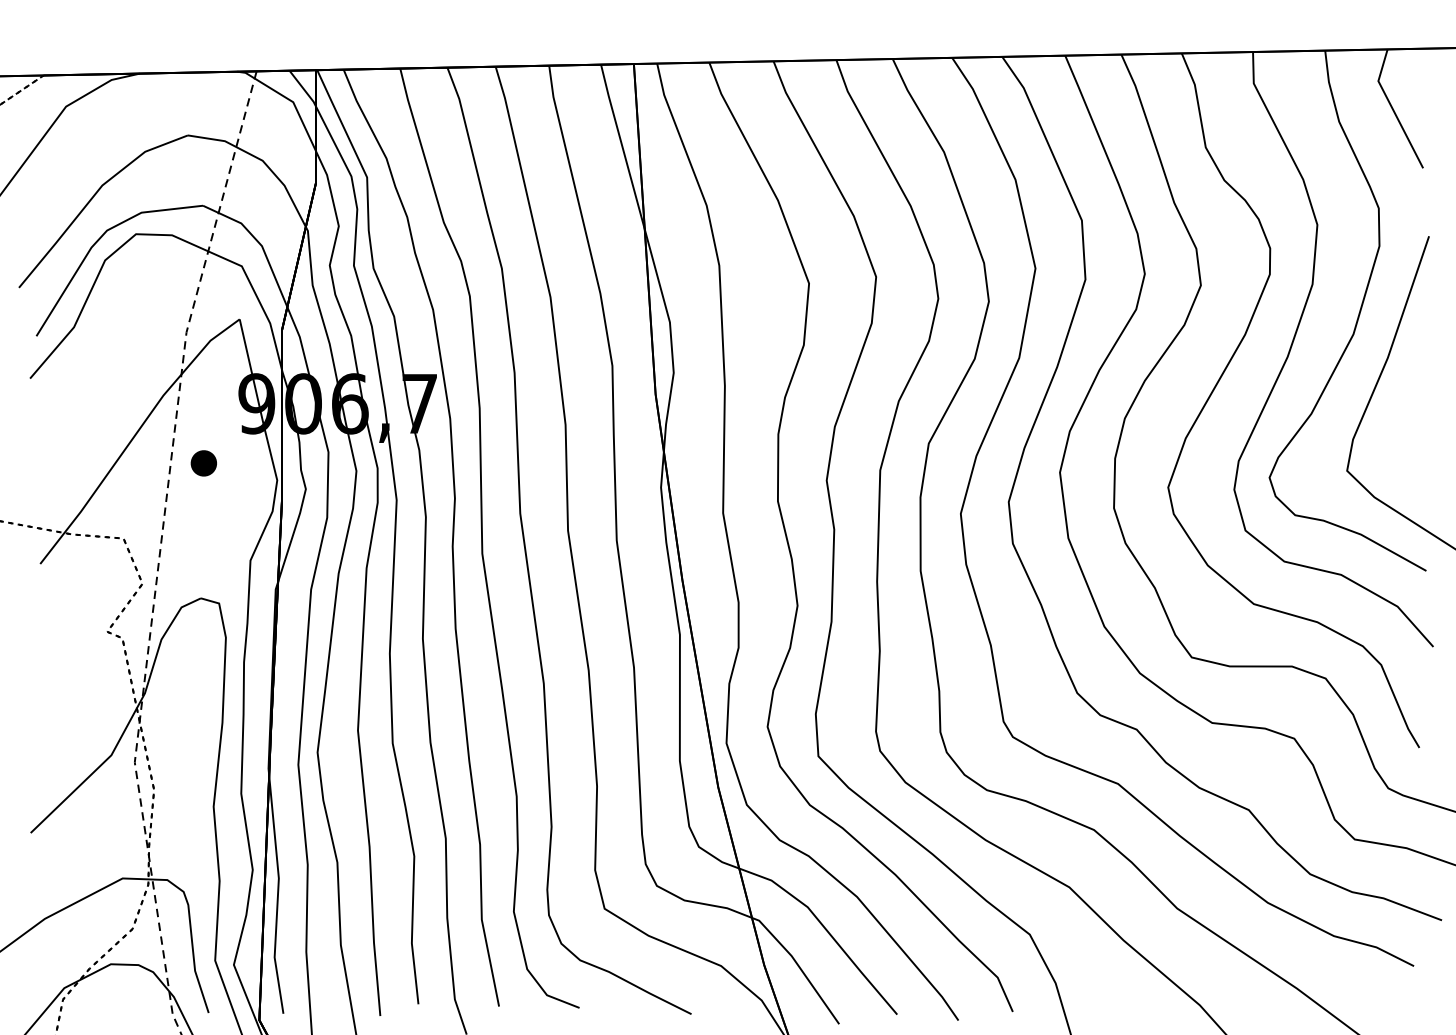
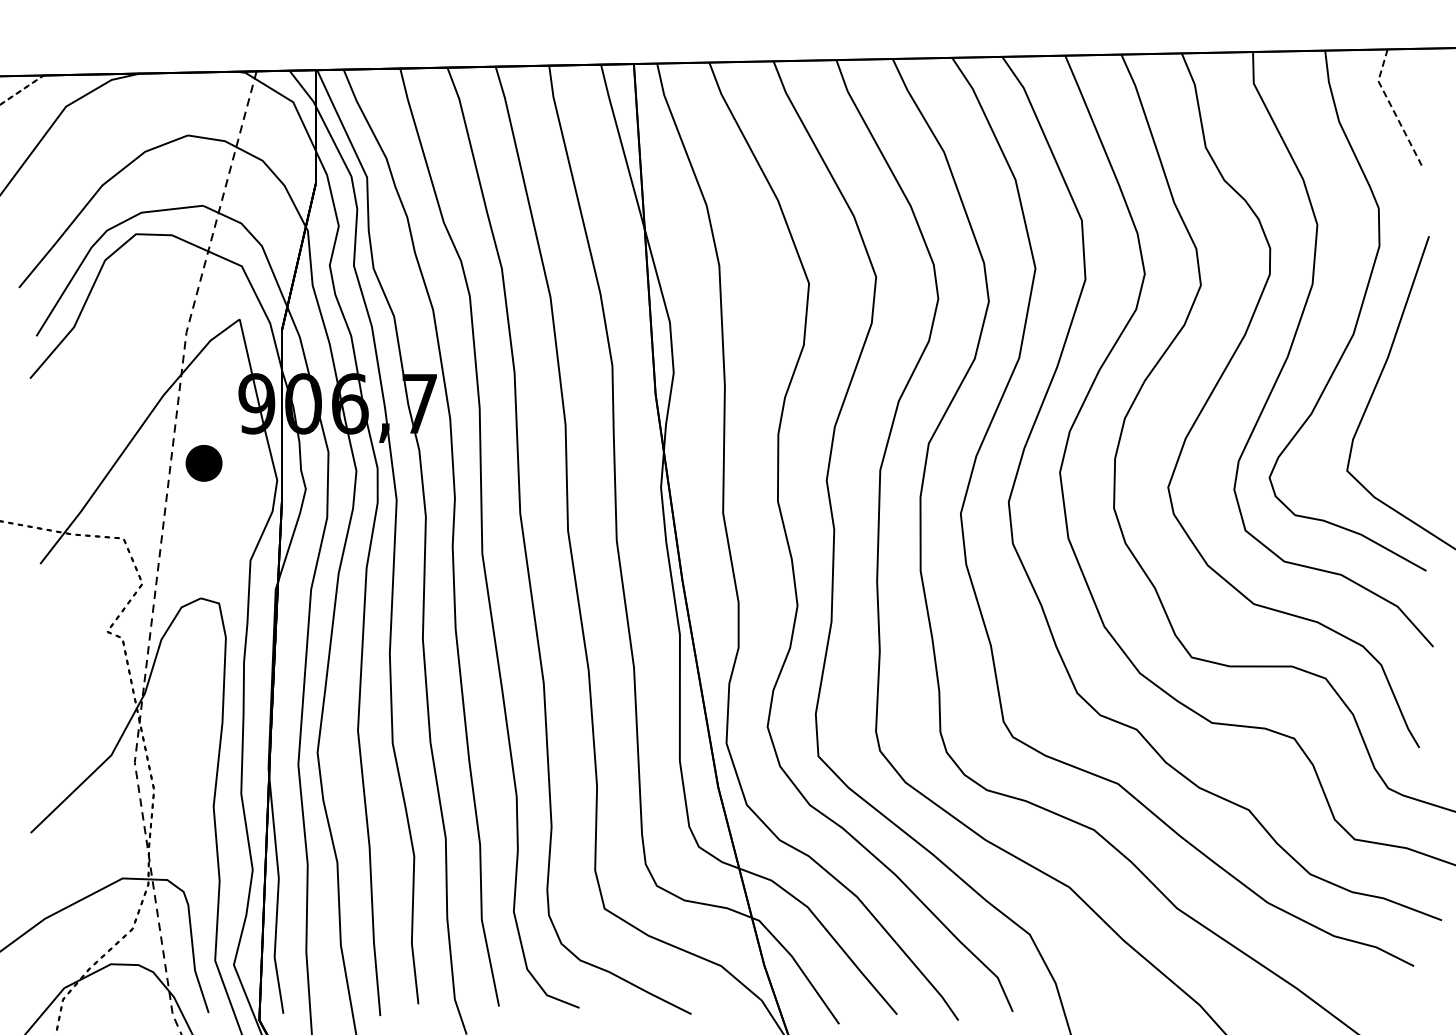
line at (1392, 109): solid -> dashed
part at (203, 463) size: 27x27 px -> 38x37 px
